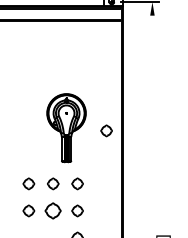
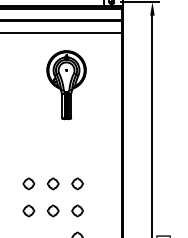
line at (60, 32): none -> present
line at (152, 124): none -> present
part at (66, 128) position: (66, 128) -> (66, 85)
part at (106, 130): present -> none
part at (52, 210) size: 18x18 px -> 13x14 px
